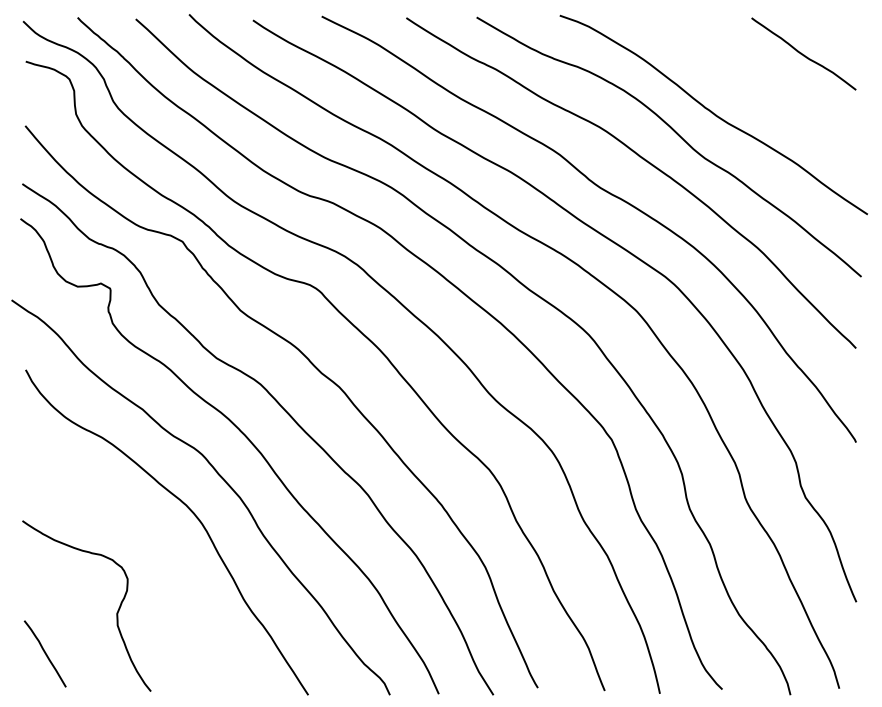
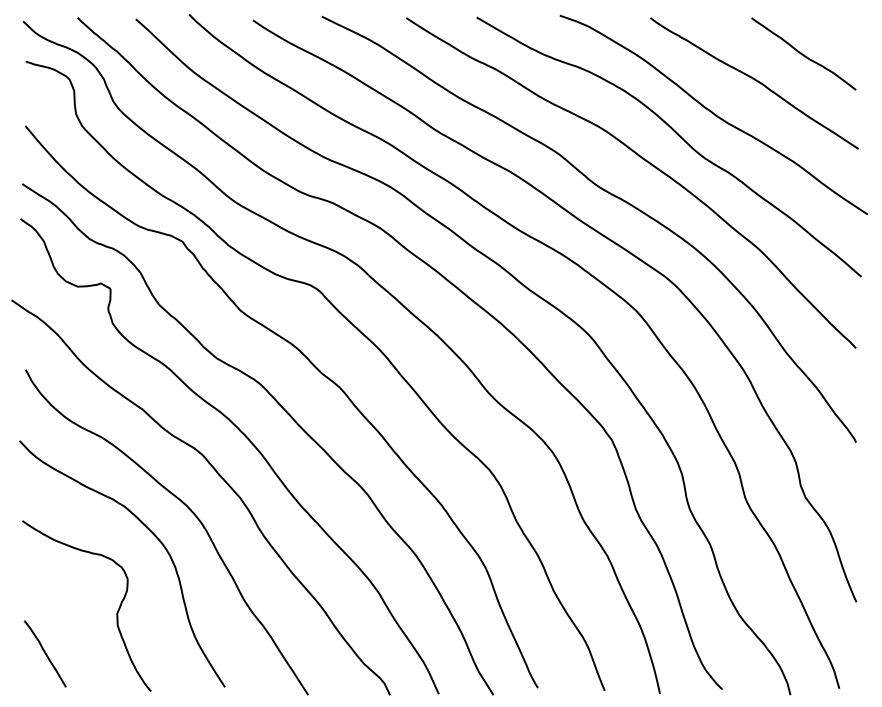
curve at (756, 81): none -> present
curve at (151, 533): none -> present
